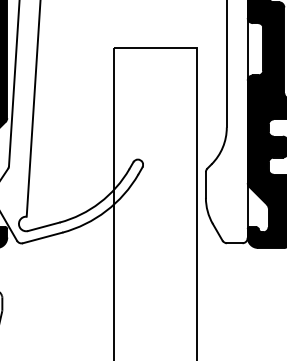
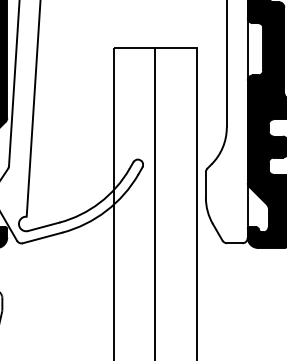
line at (155, 202): none -> present
